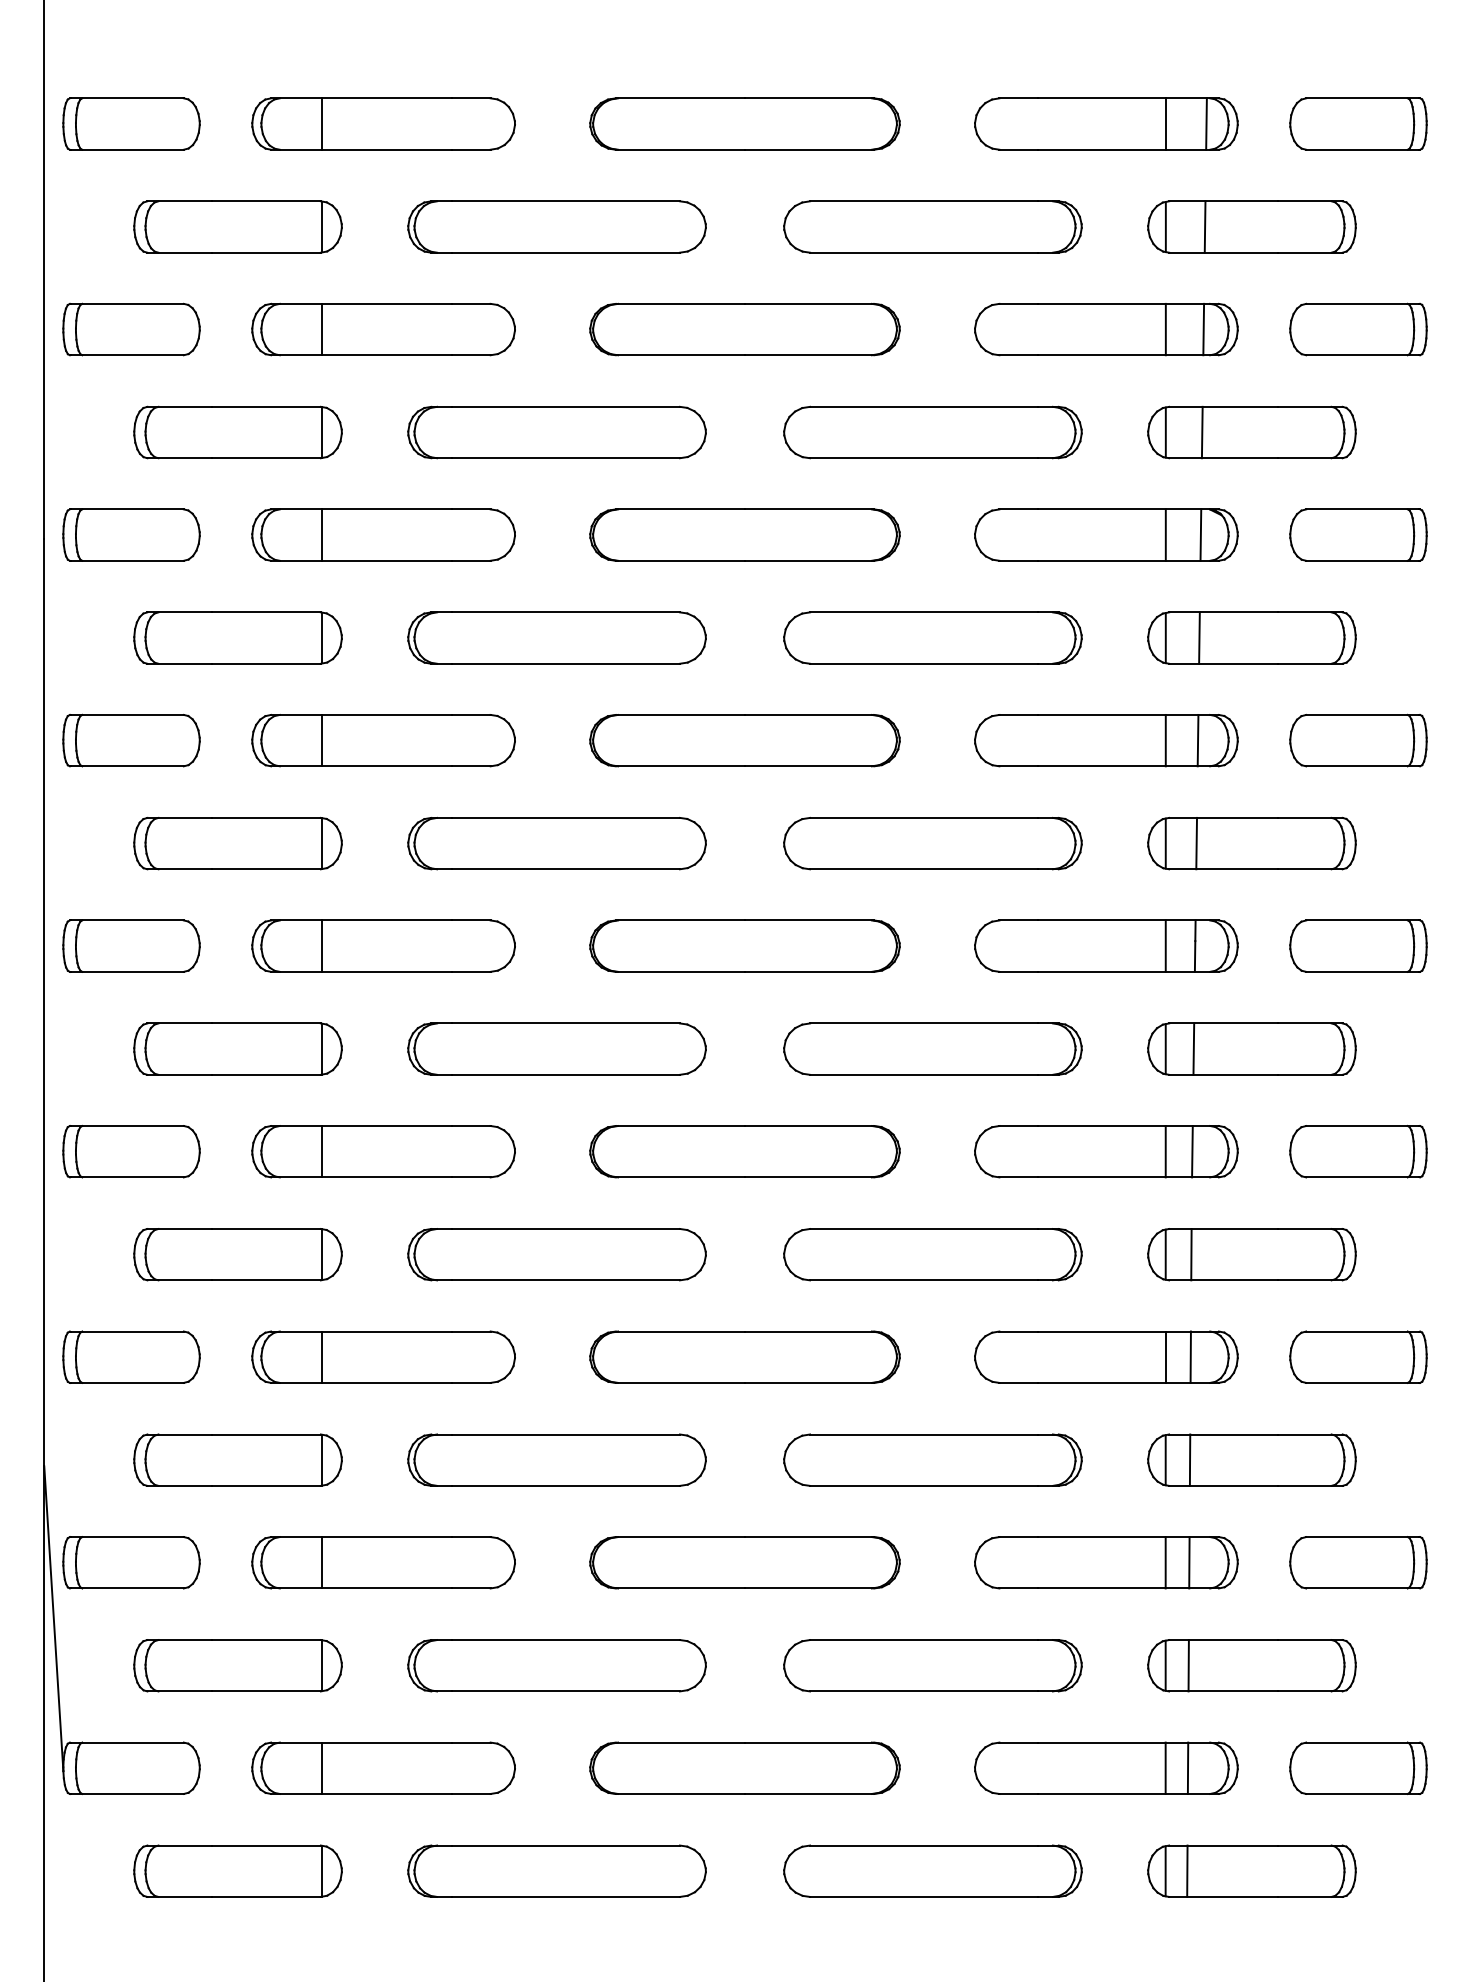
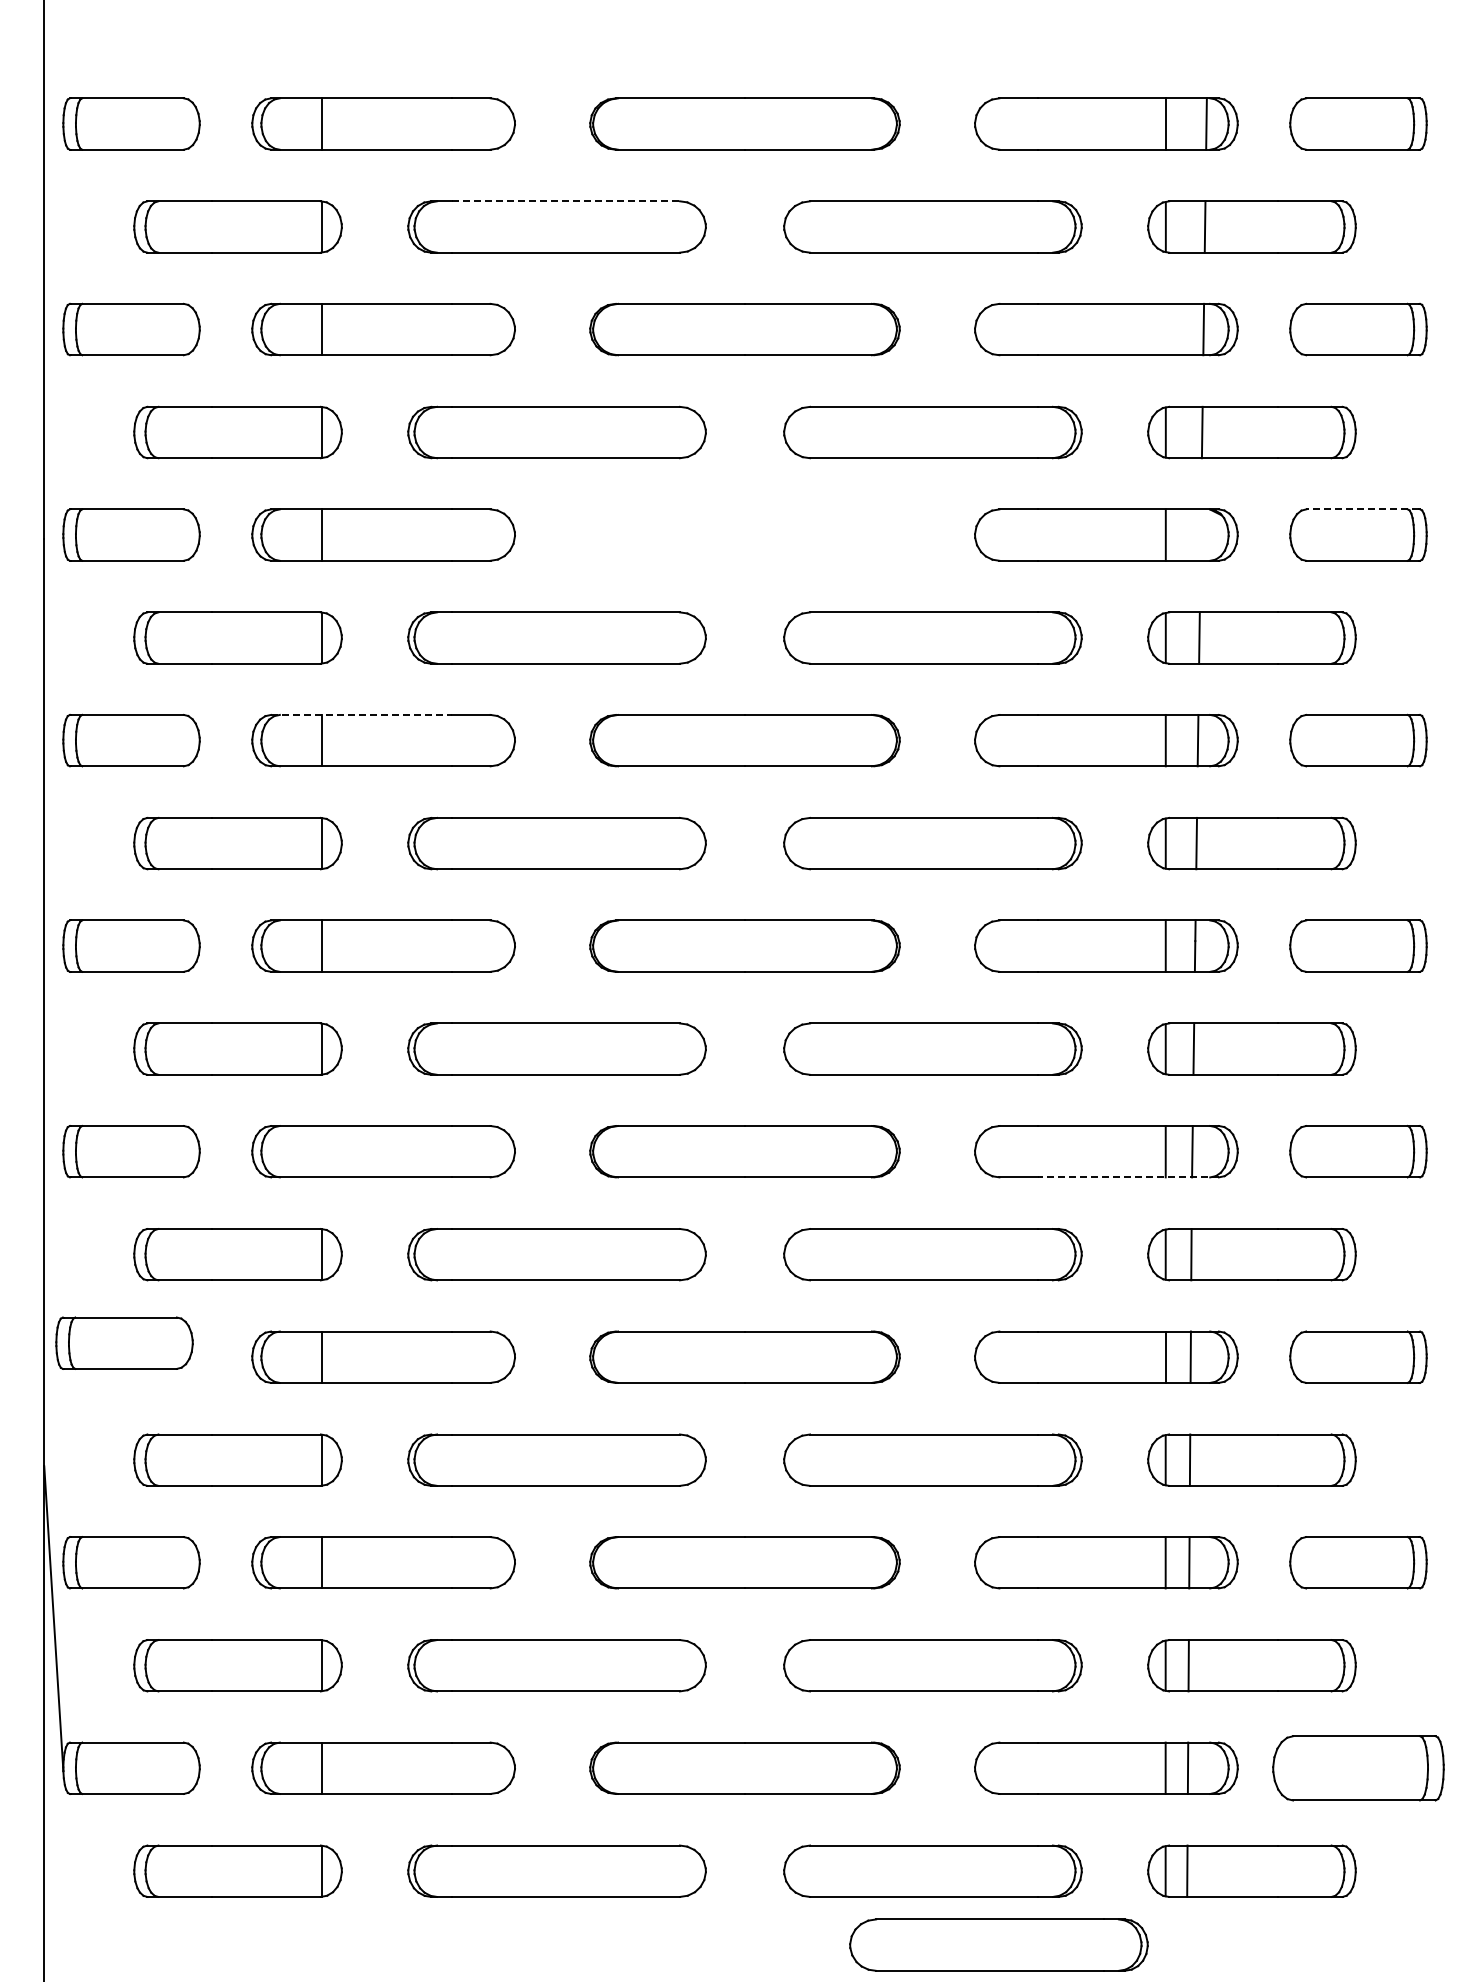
line at (566, 201): solid -> dashed
line at (1165, 329): present -> none
line at (1362, 509): solid -> dashed
part at (744, 534): present -> none
line at (1200, 534): present -> none
line at (361, 714): solid -> dashed
line at (322, 1151): present -> none
line at (1128, 1177): solid -> dashed
part at (131, 1356) position: (131, 1356) -> (124, 1342)
part at (1358, 1767) size: 139x54 px -> 173x67 px
part at (998, 1944): none -> present
